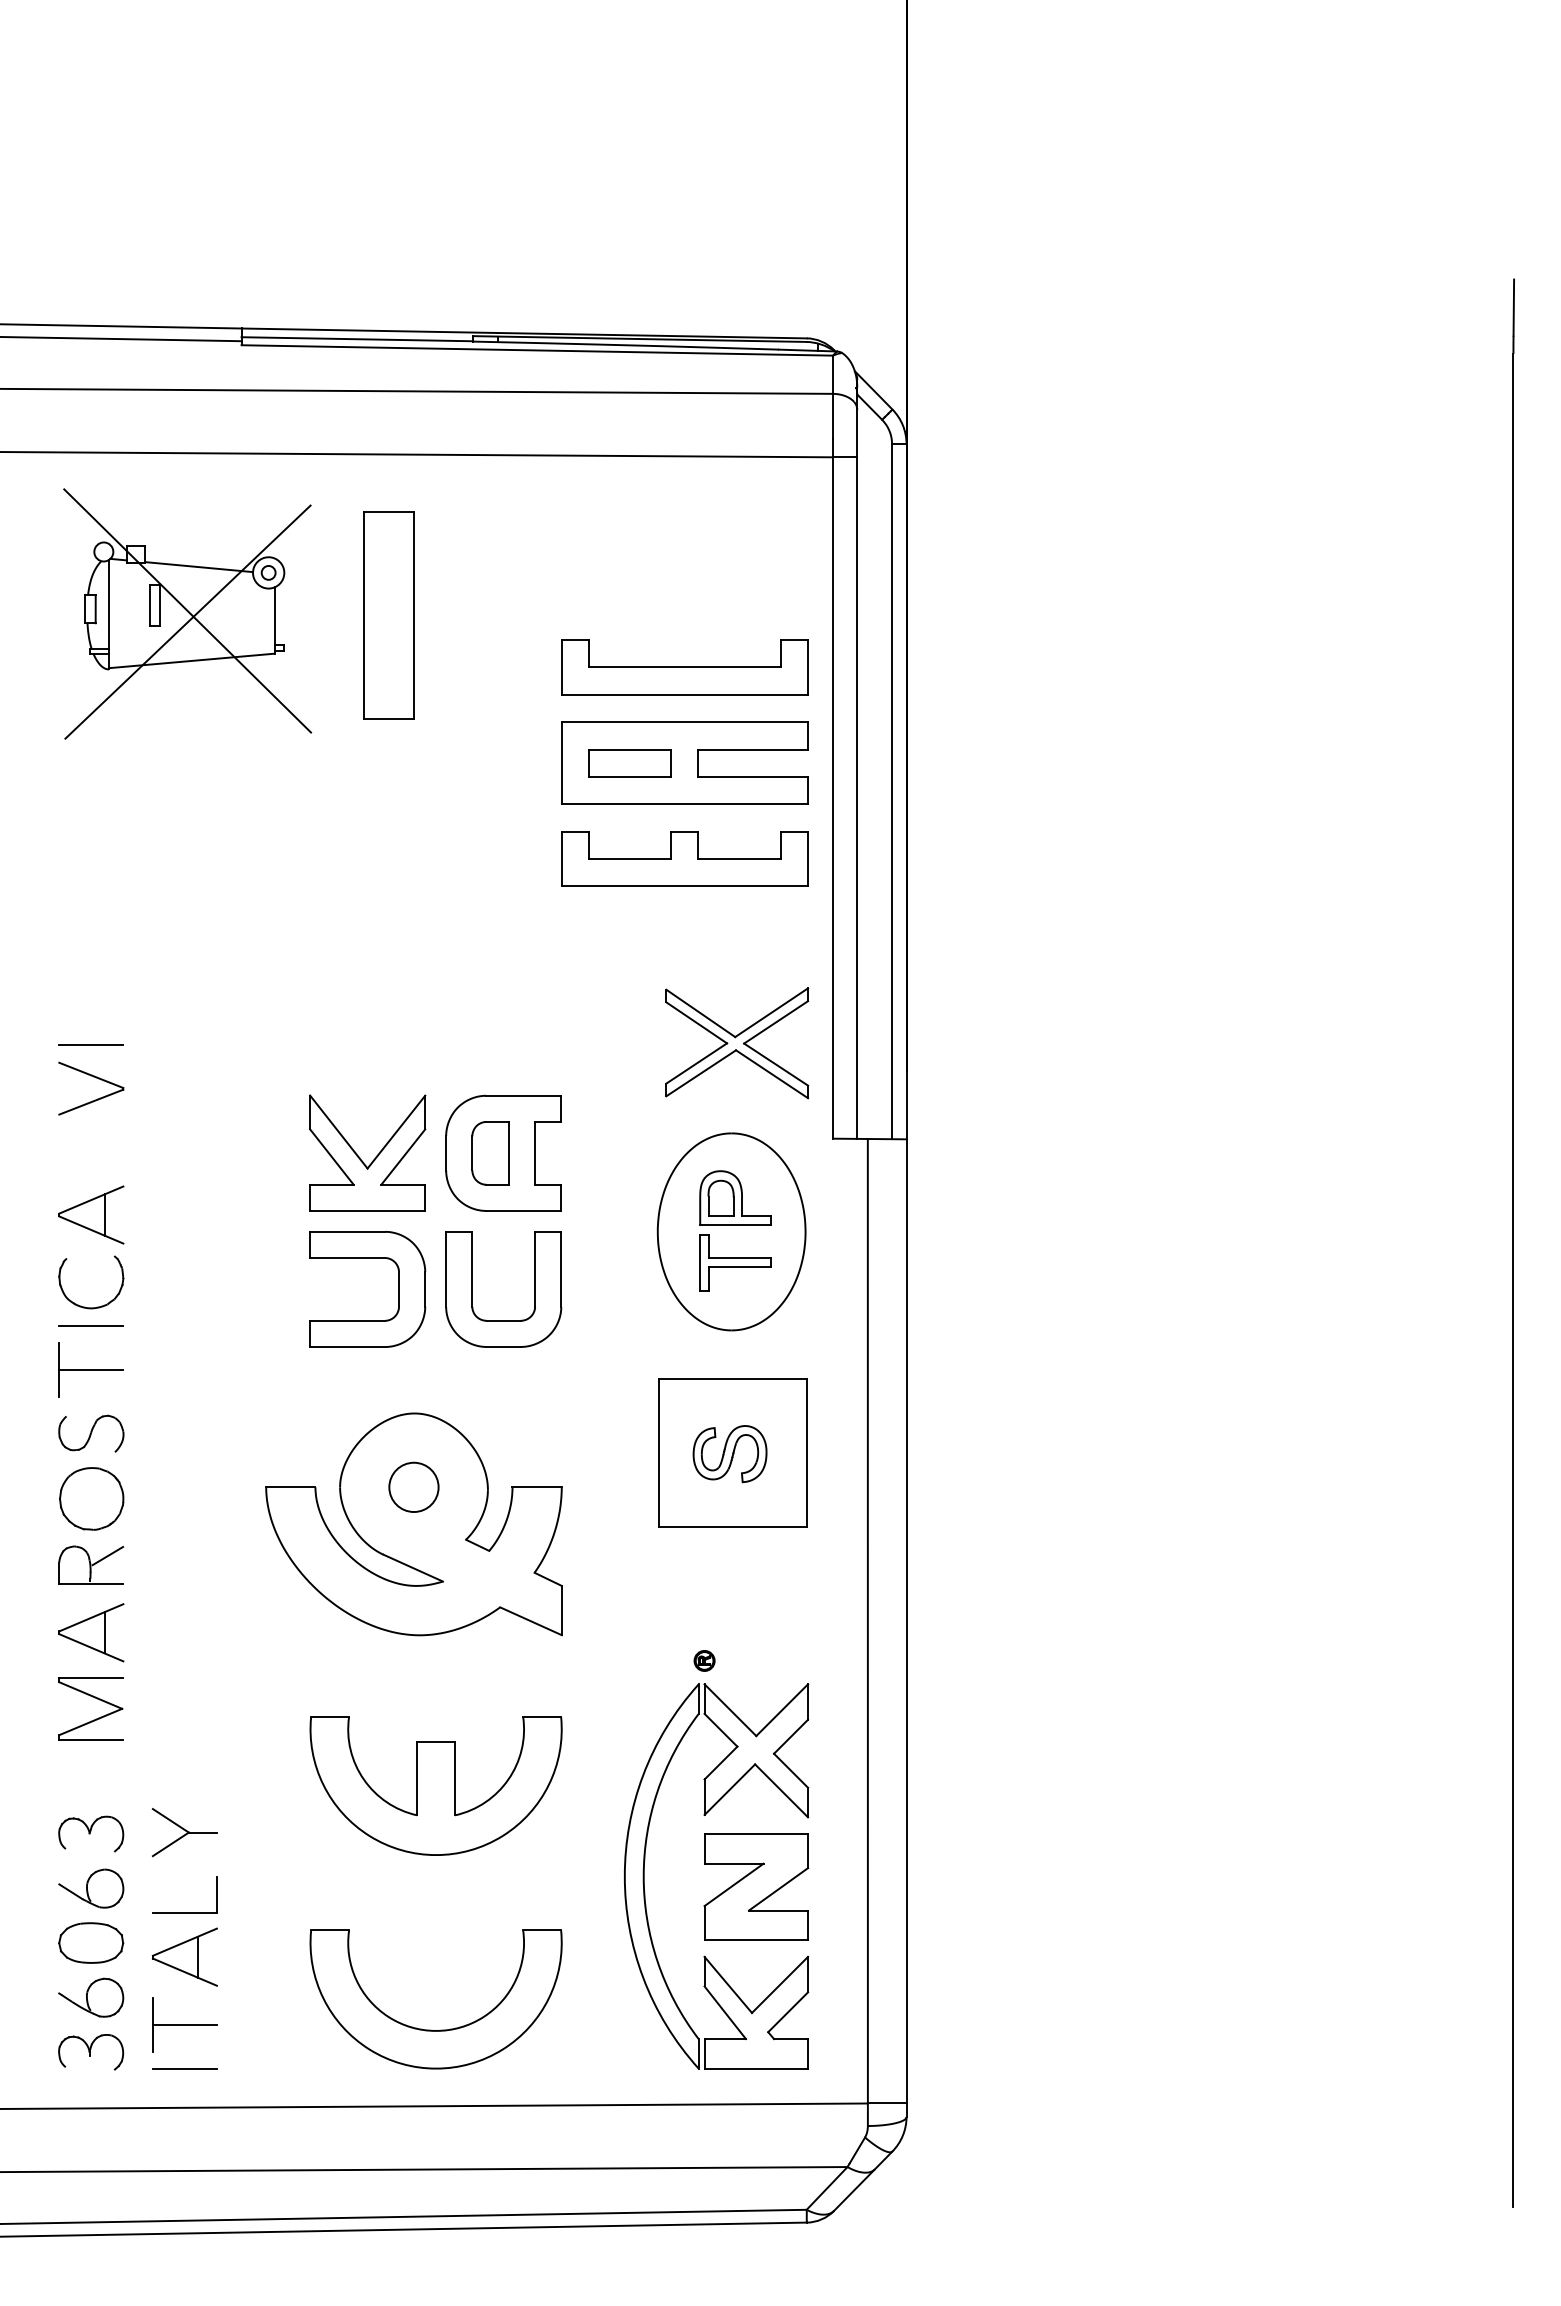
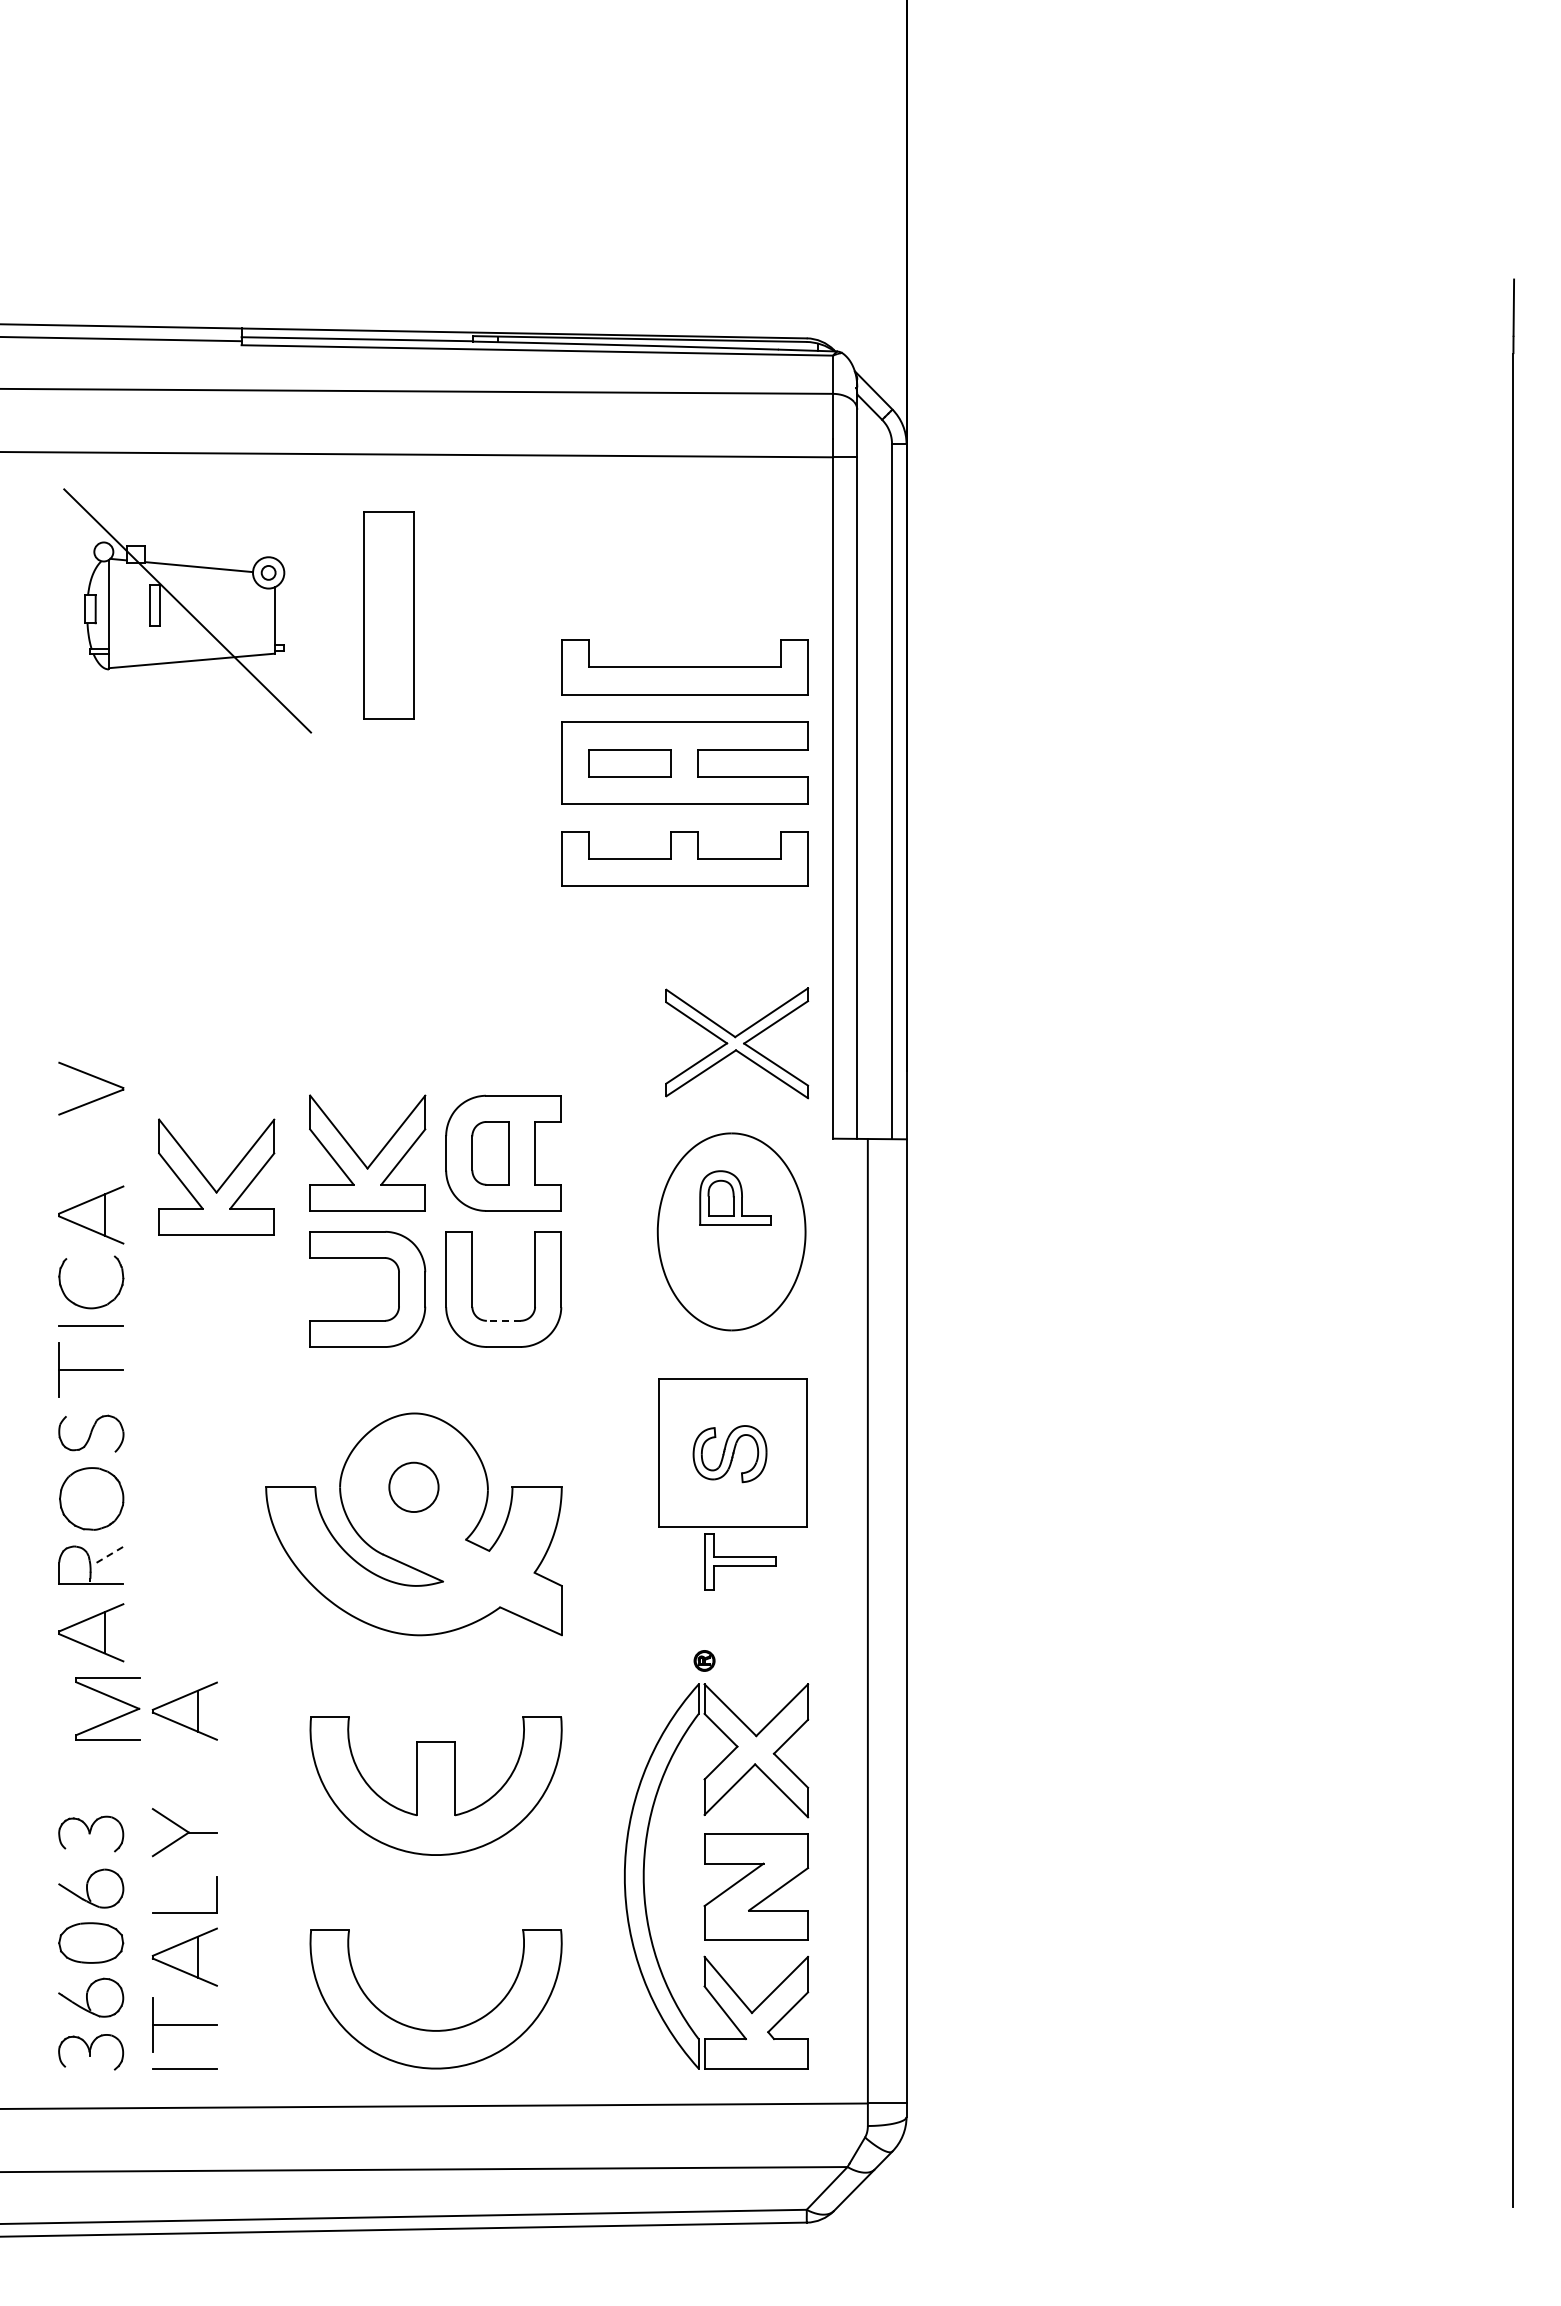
line at (187, 621): present -> none
line at (91, 1045): present -> none
part at (209, 1181): none -> present
part at (735, 1262) position: (735, 1262) -> (740, 1561)
line at (503, 1320): solid -> dashed
line at (107, 1556): solid -> dashed
part at (94, 1698) position: (94, 1698) -> (111, 1698)
part at (184, 1710): none -> present
